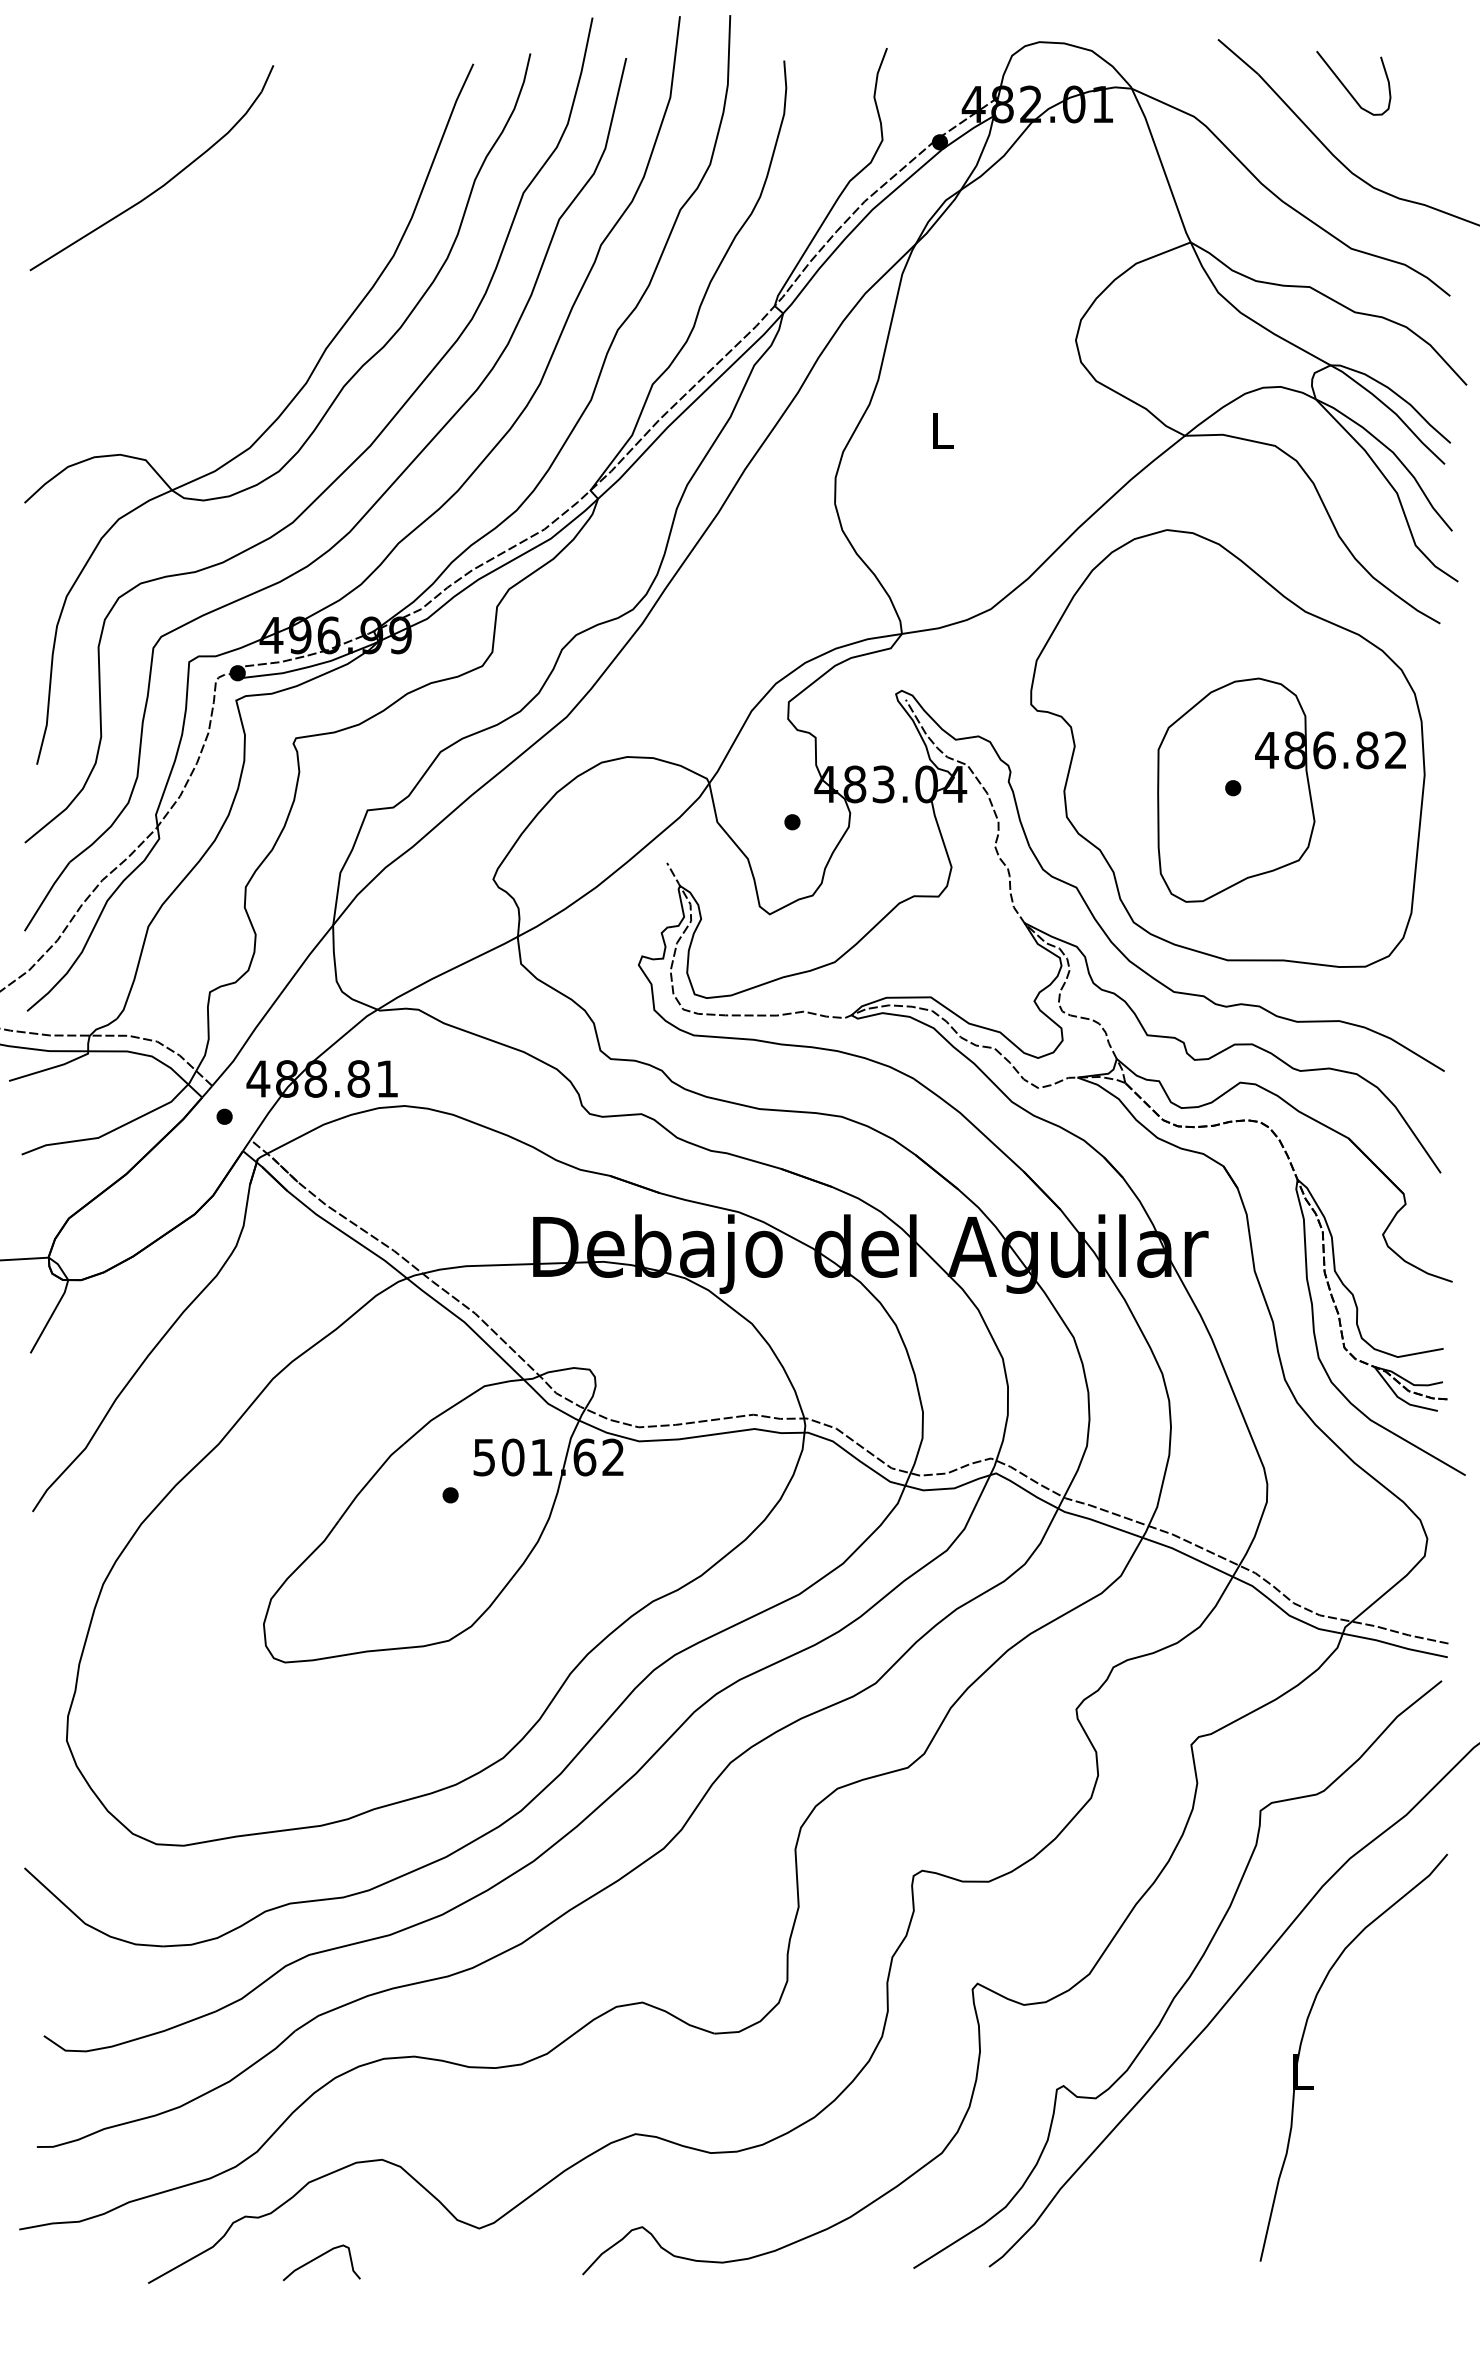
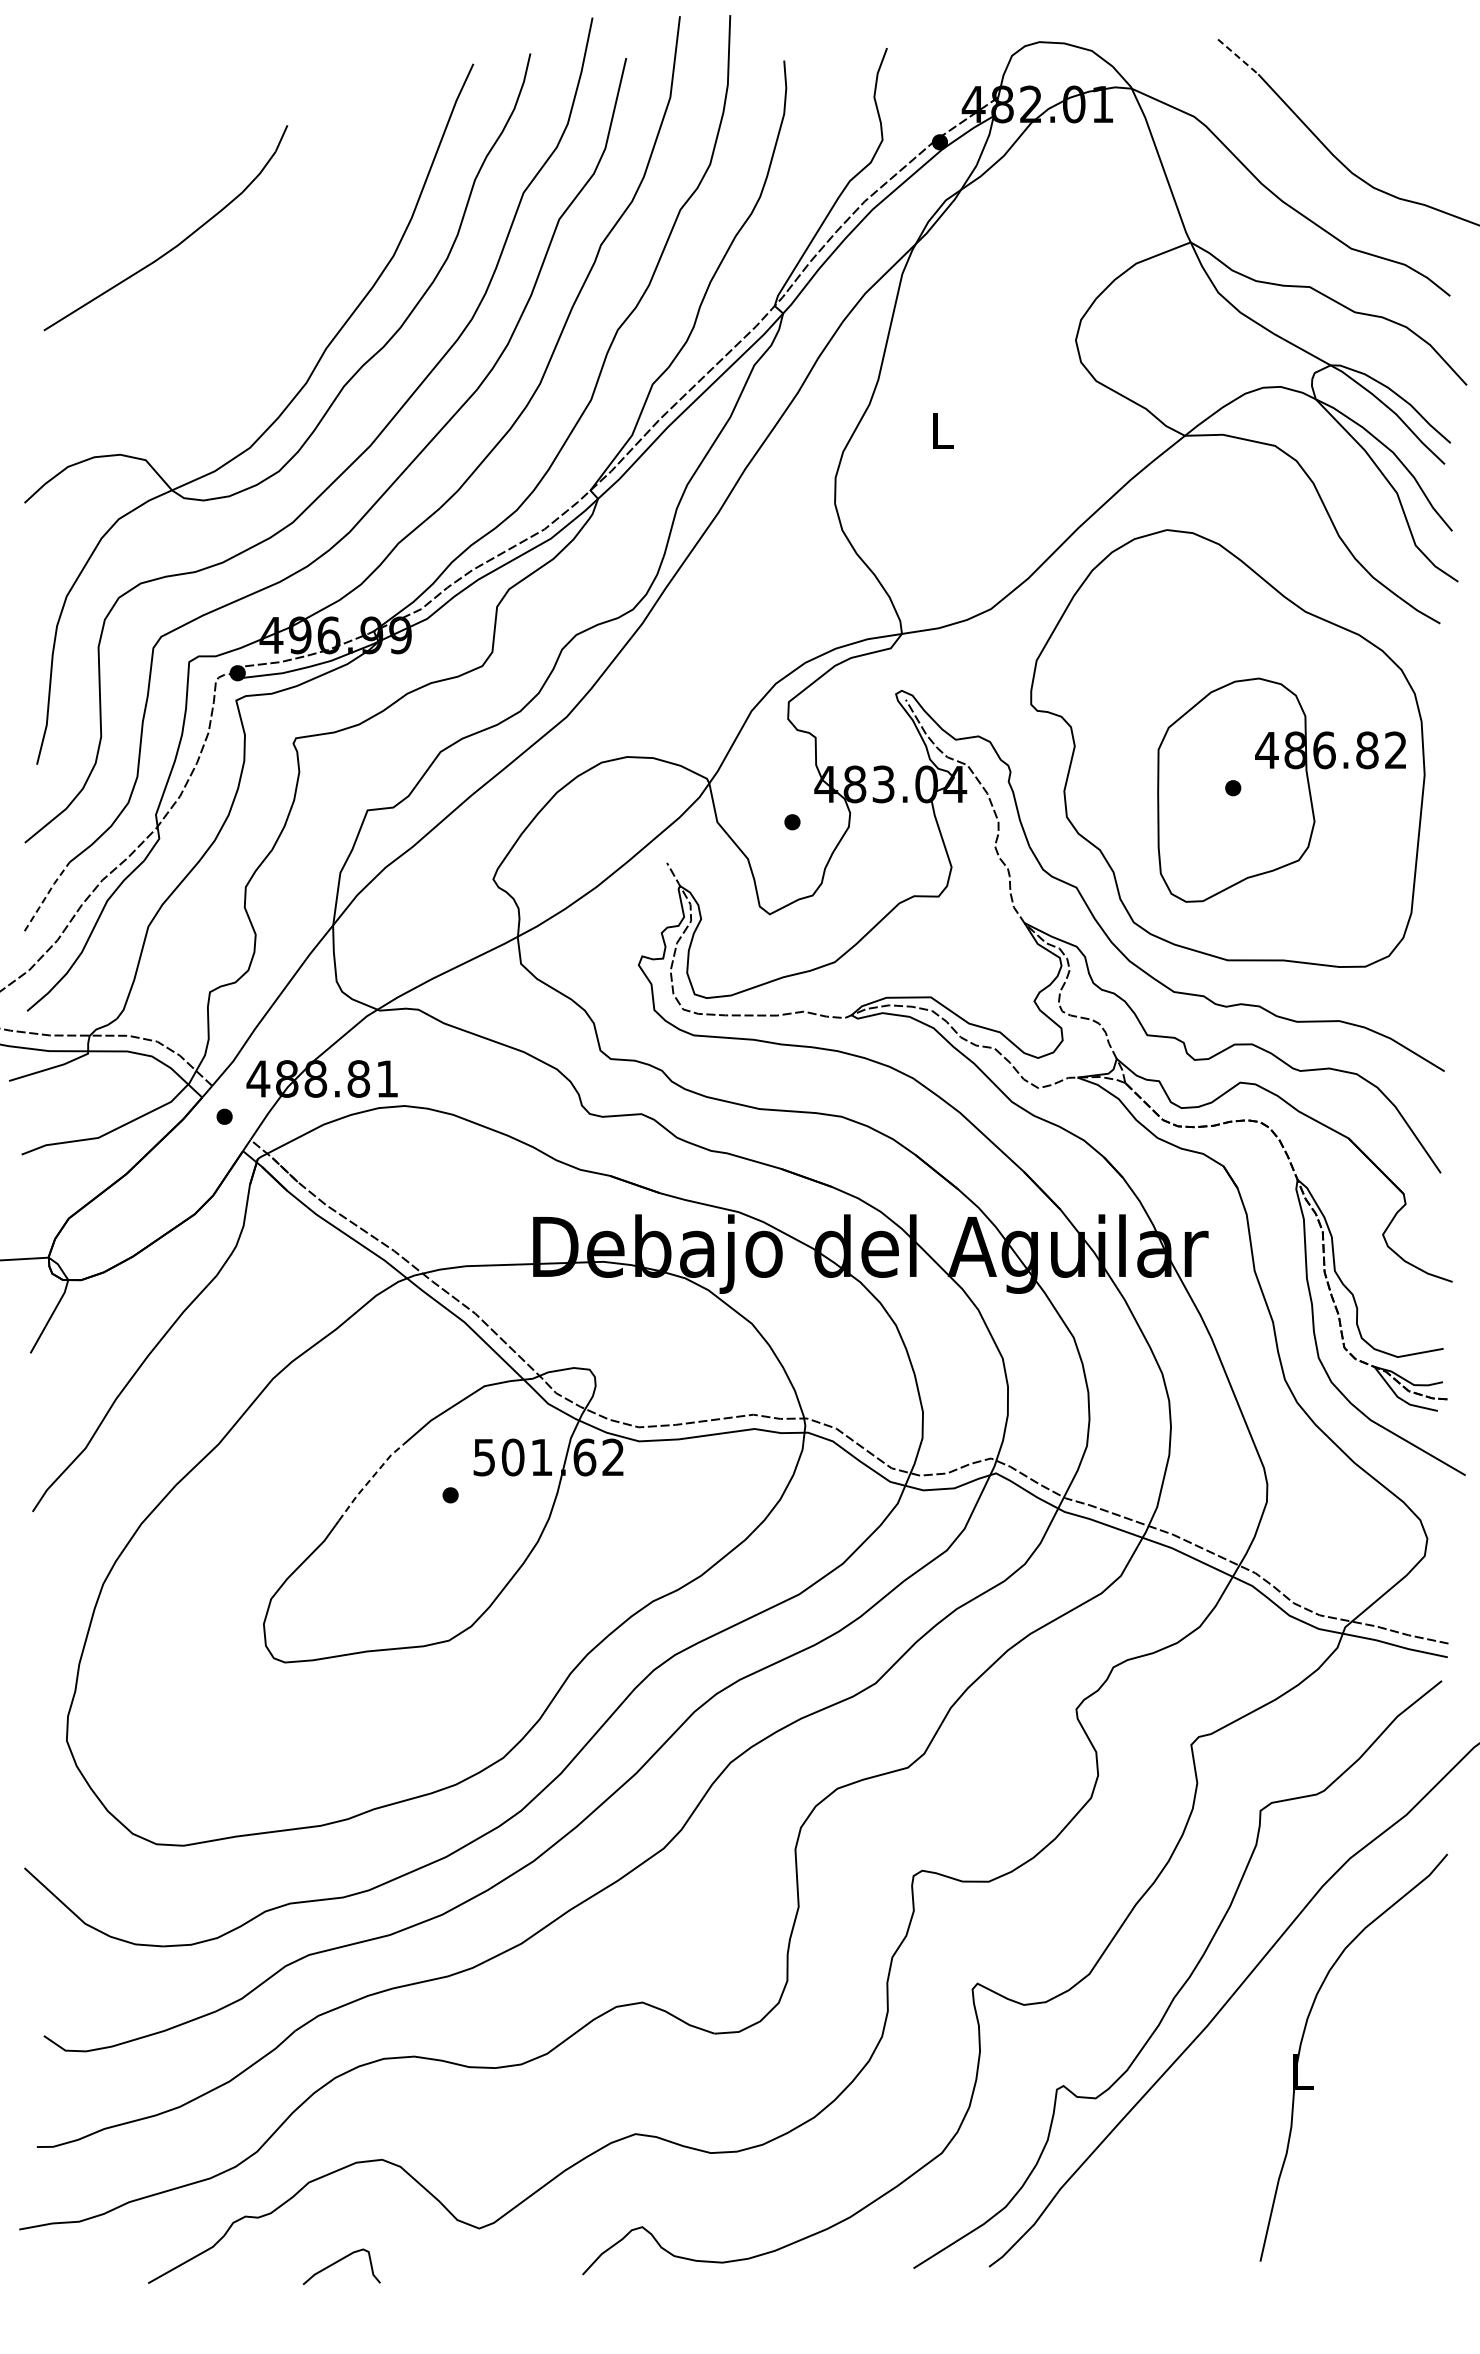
line at (1238, 56): solid -> dashed
curve at (1347, 88): present -> none
part at (165, 182) position: (165, 182) -> (179, 242)
line at (47, 895): solid -> dashed
line at (369, 1480): solid -> dashed
curve at (318, 2258) position: (318, 2258) -> (338, 2262)
